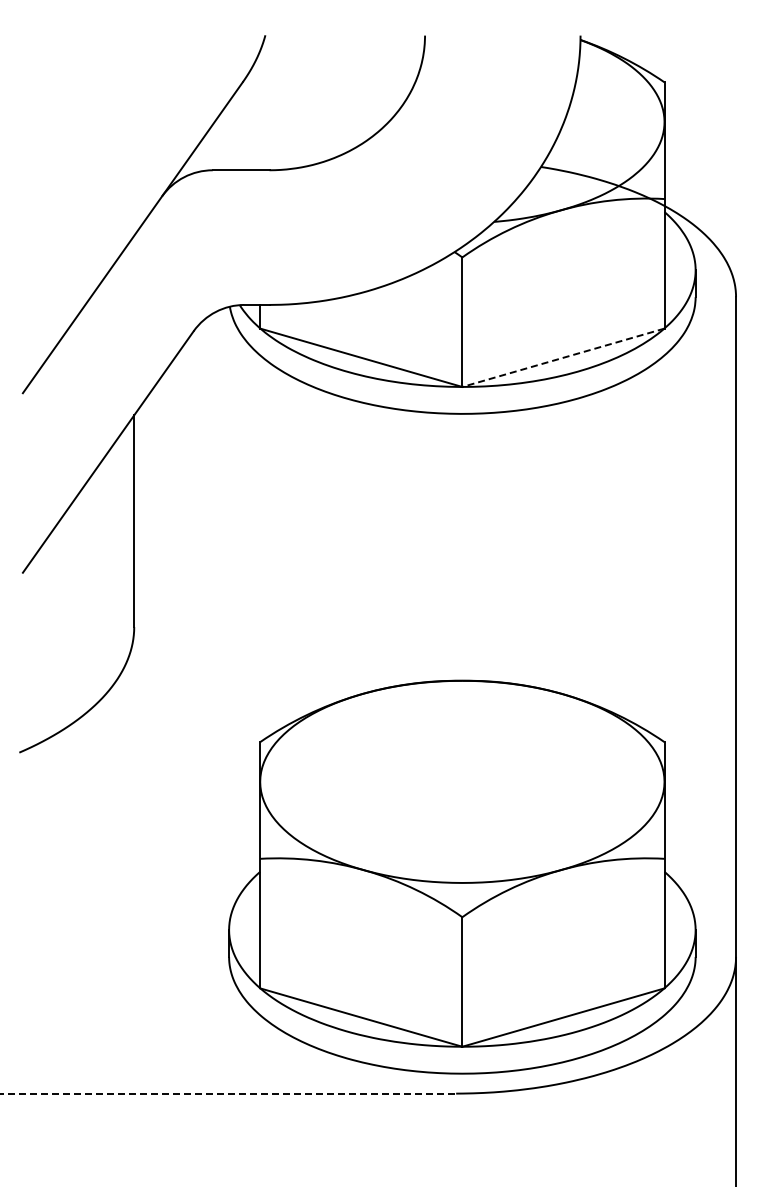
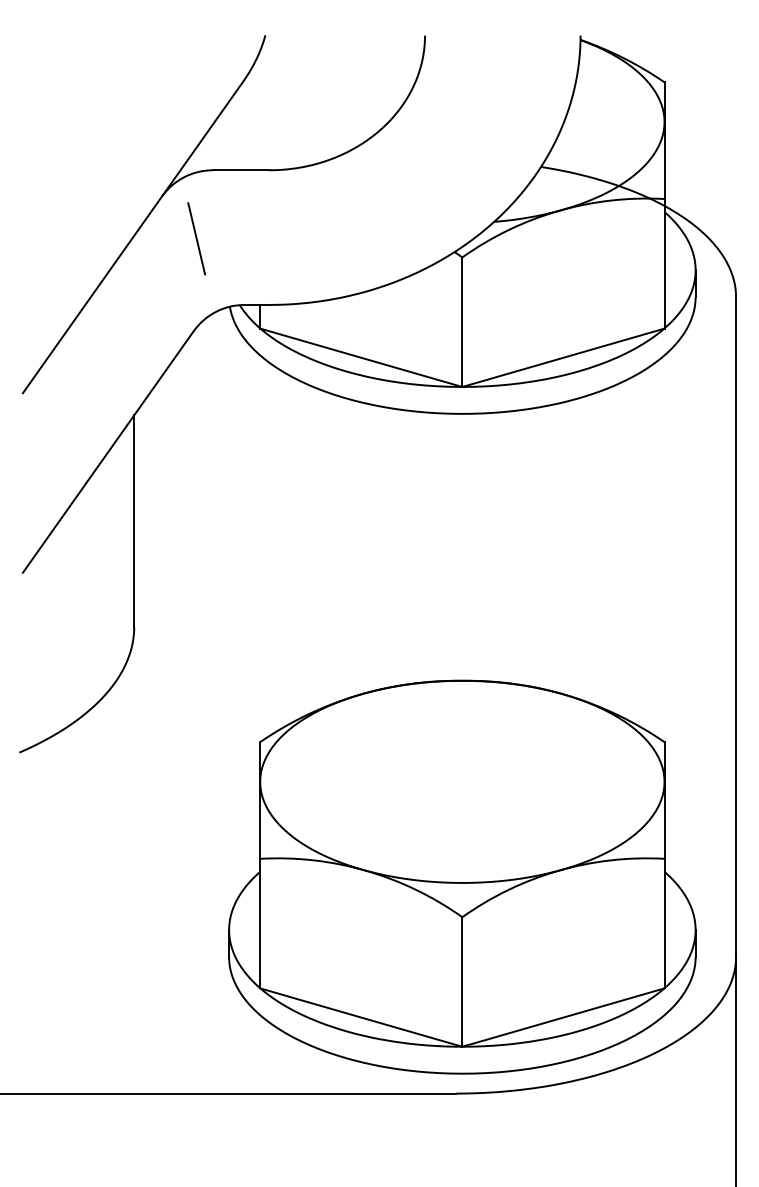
line at (196, 238): none -> present
line at (562, 357): dashed -> solid
line at (228, 1093): dashed -> solid
